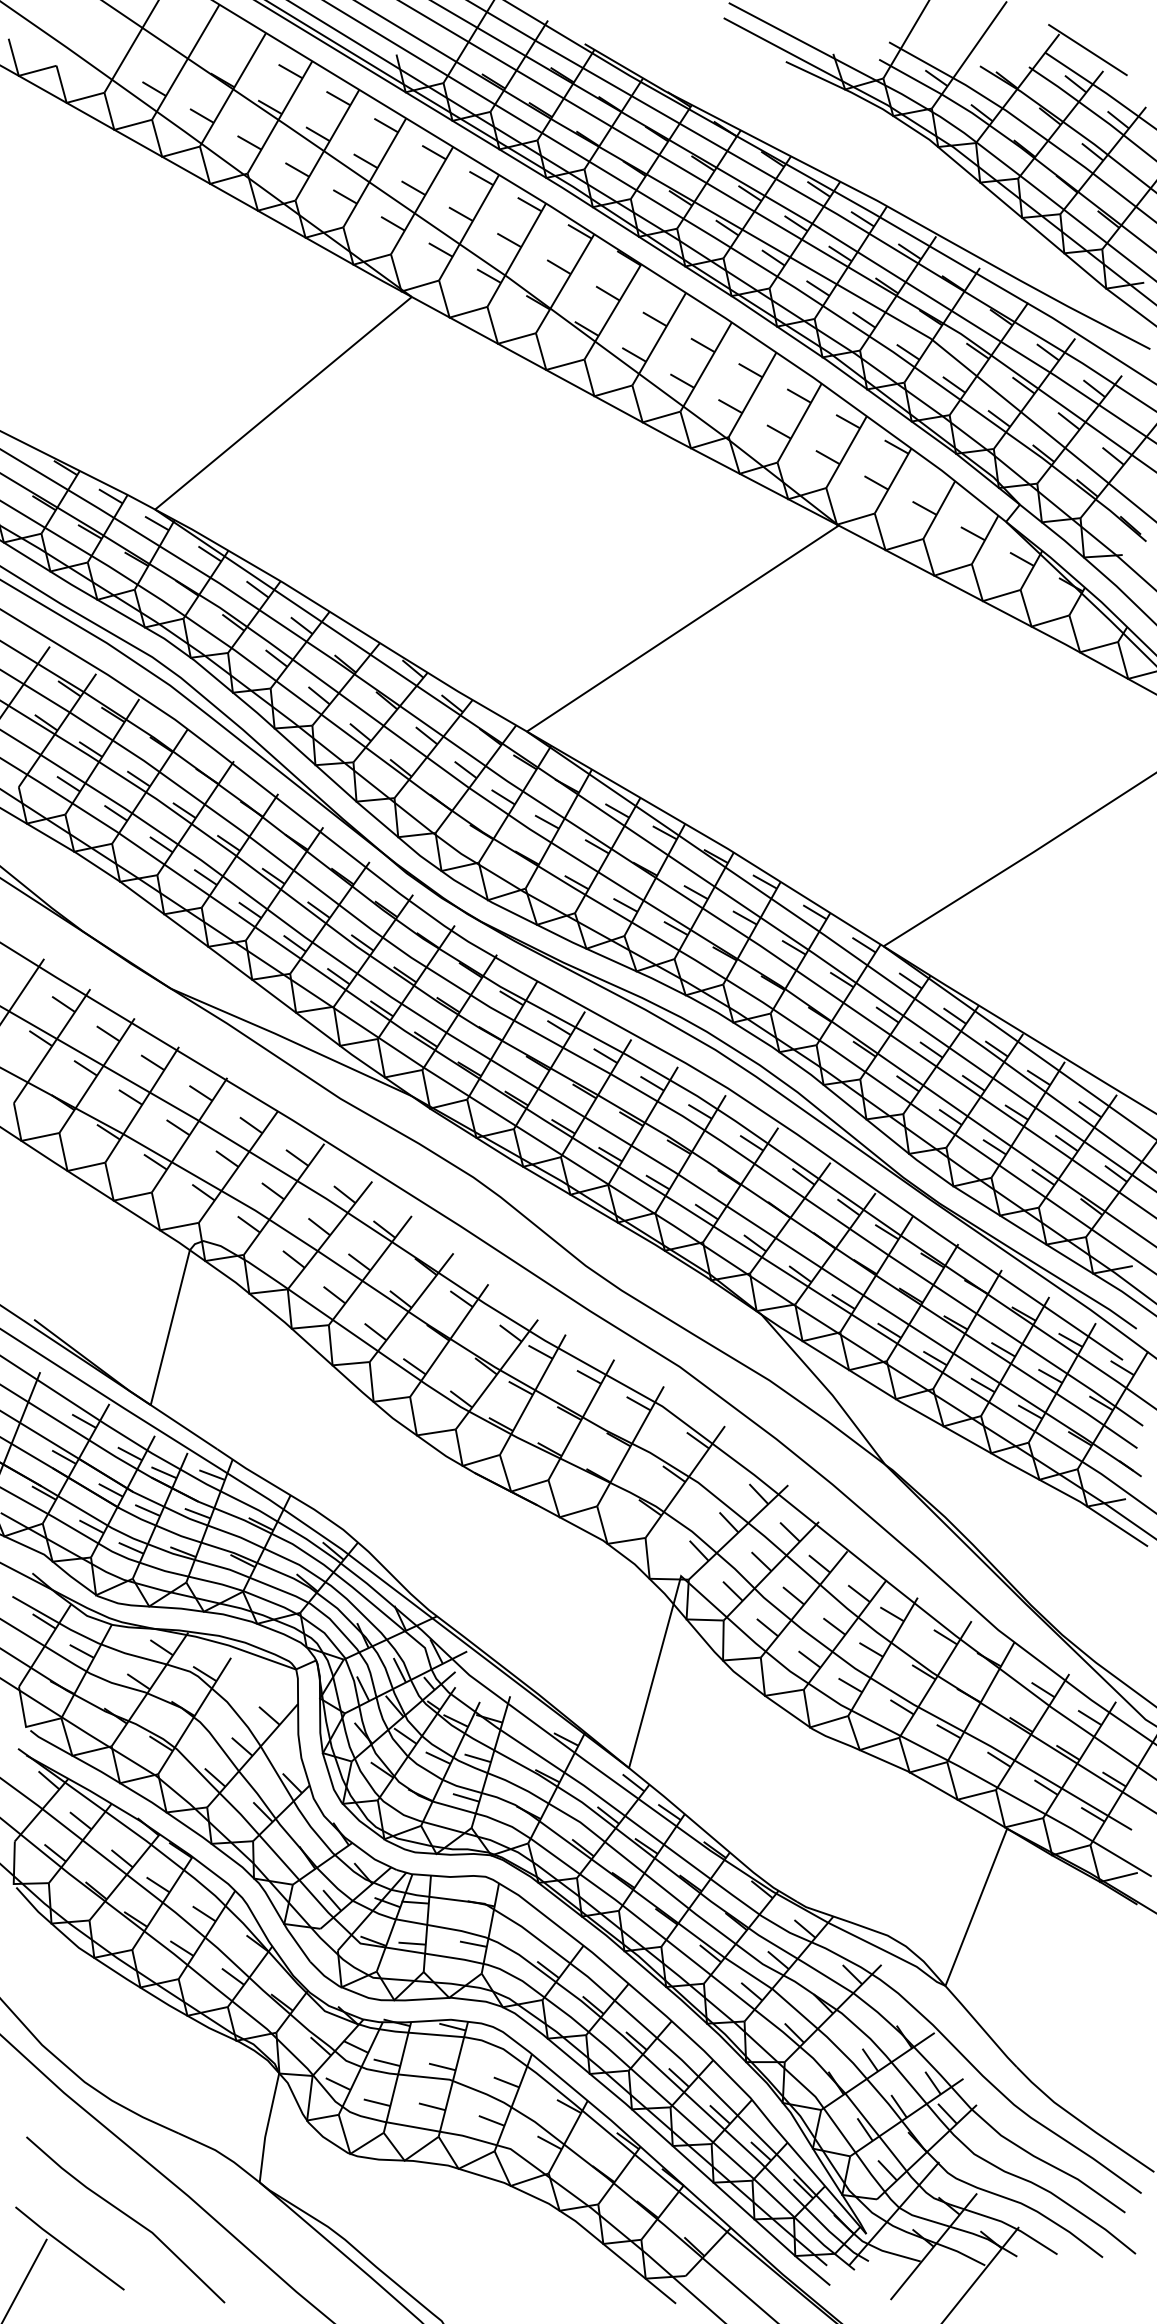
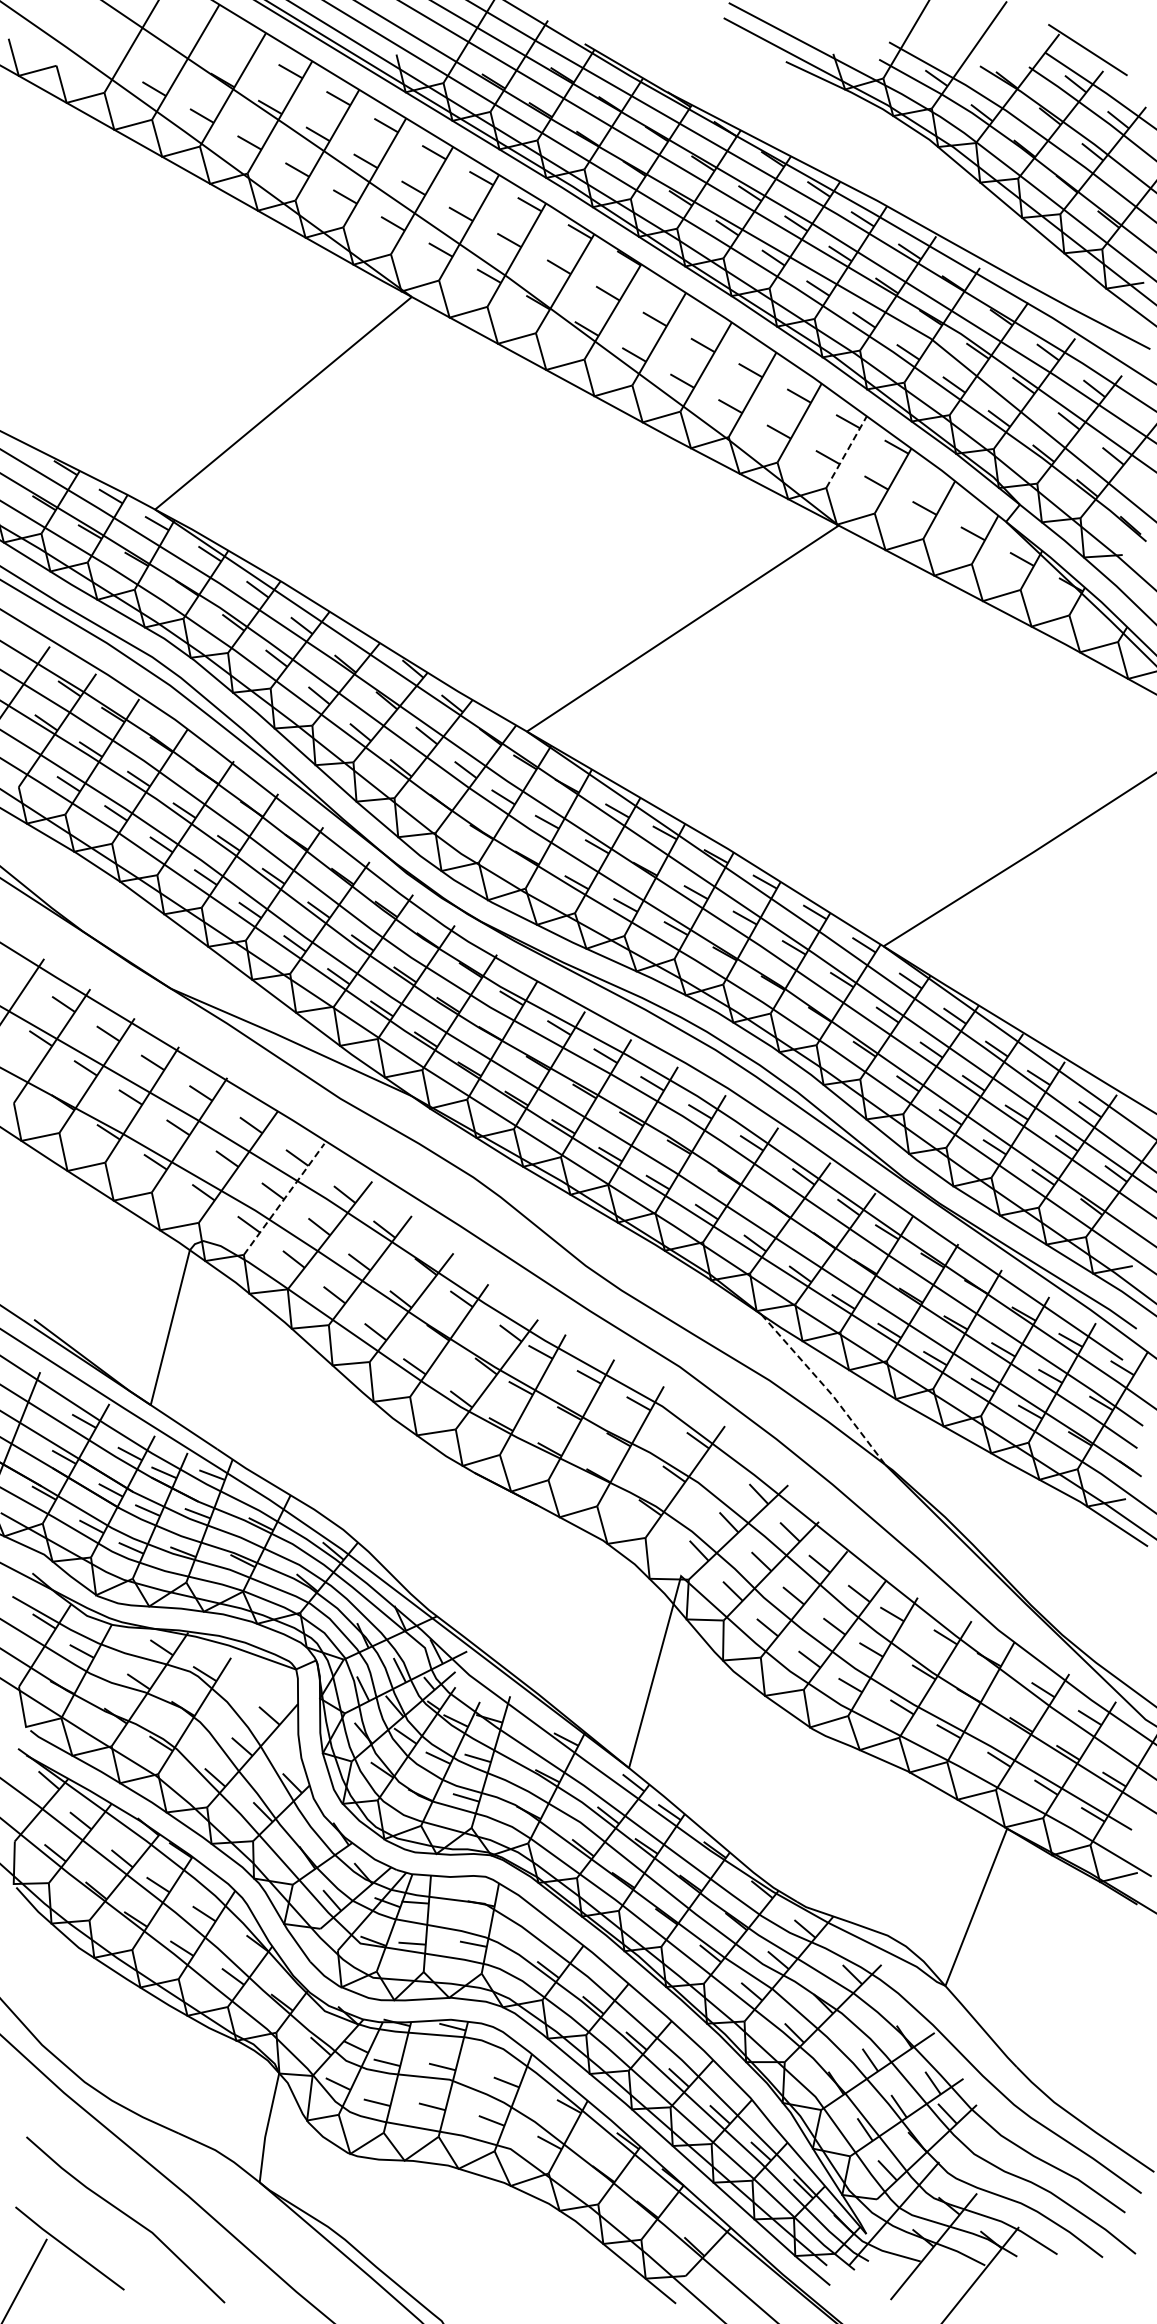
line at (846, 451): solid -> dashed
line at (284, 1199): solid -> dashed
line at (826, 1388): solid -> dashed
